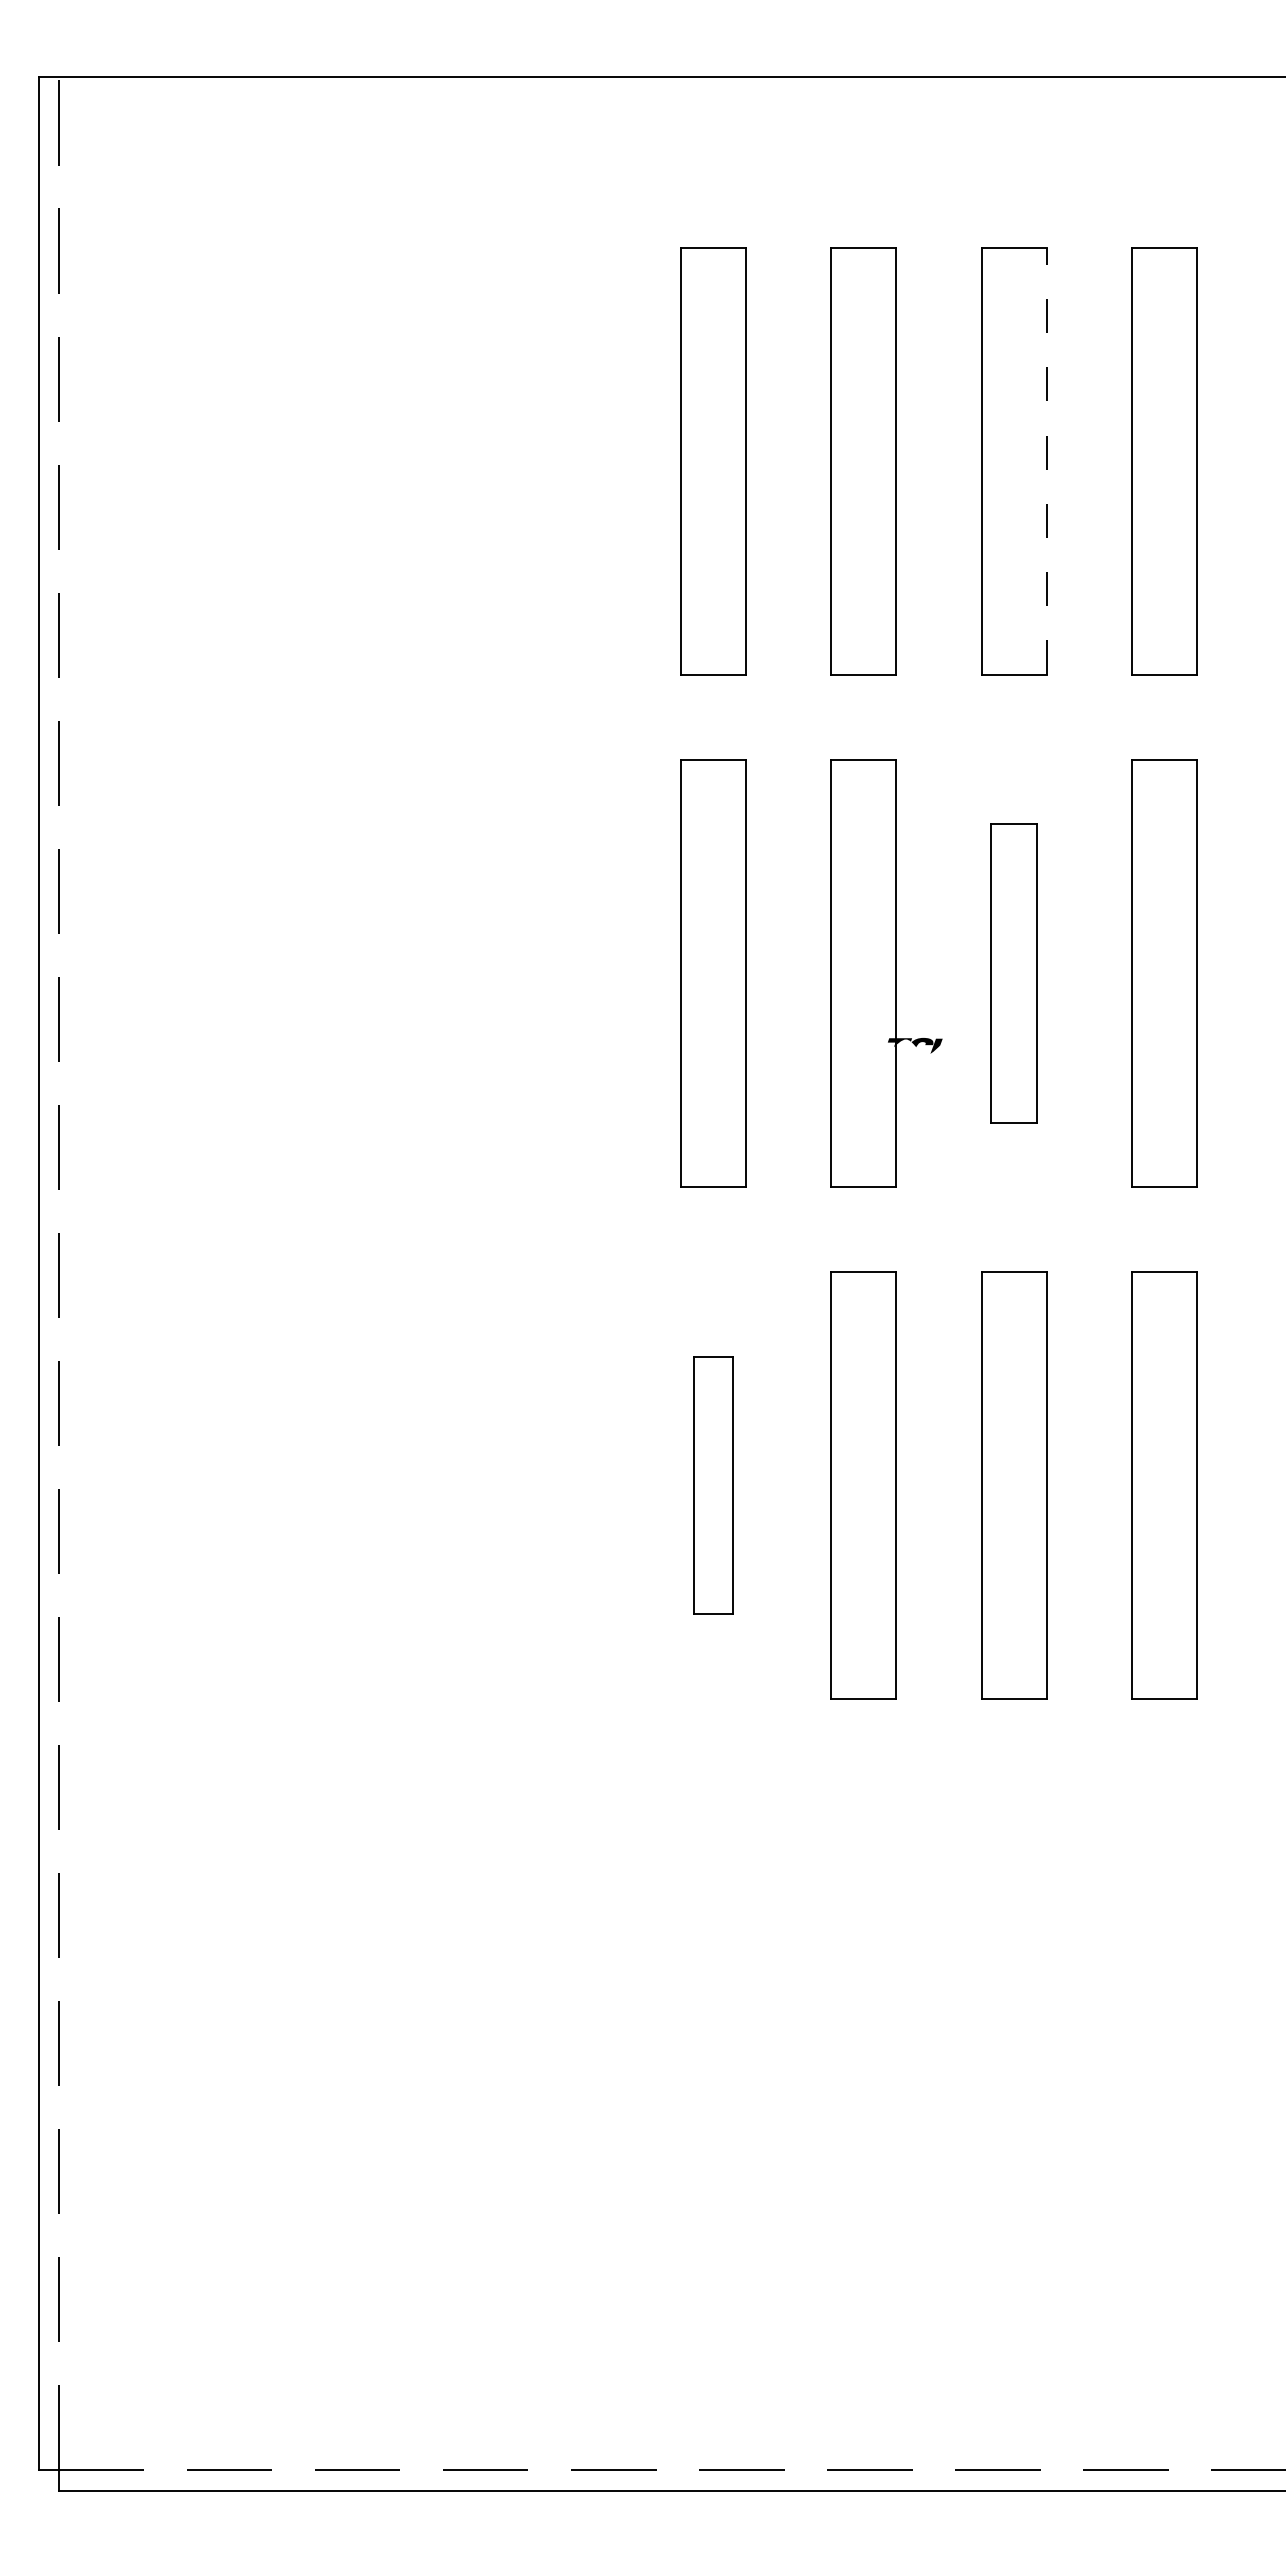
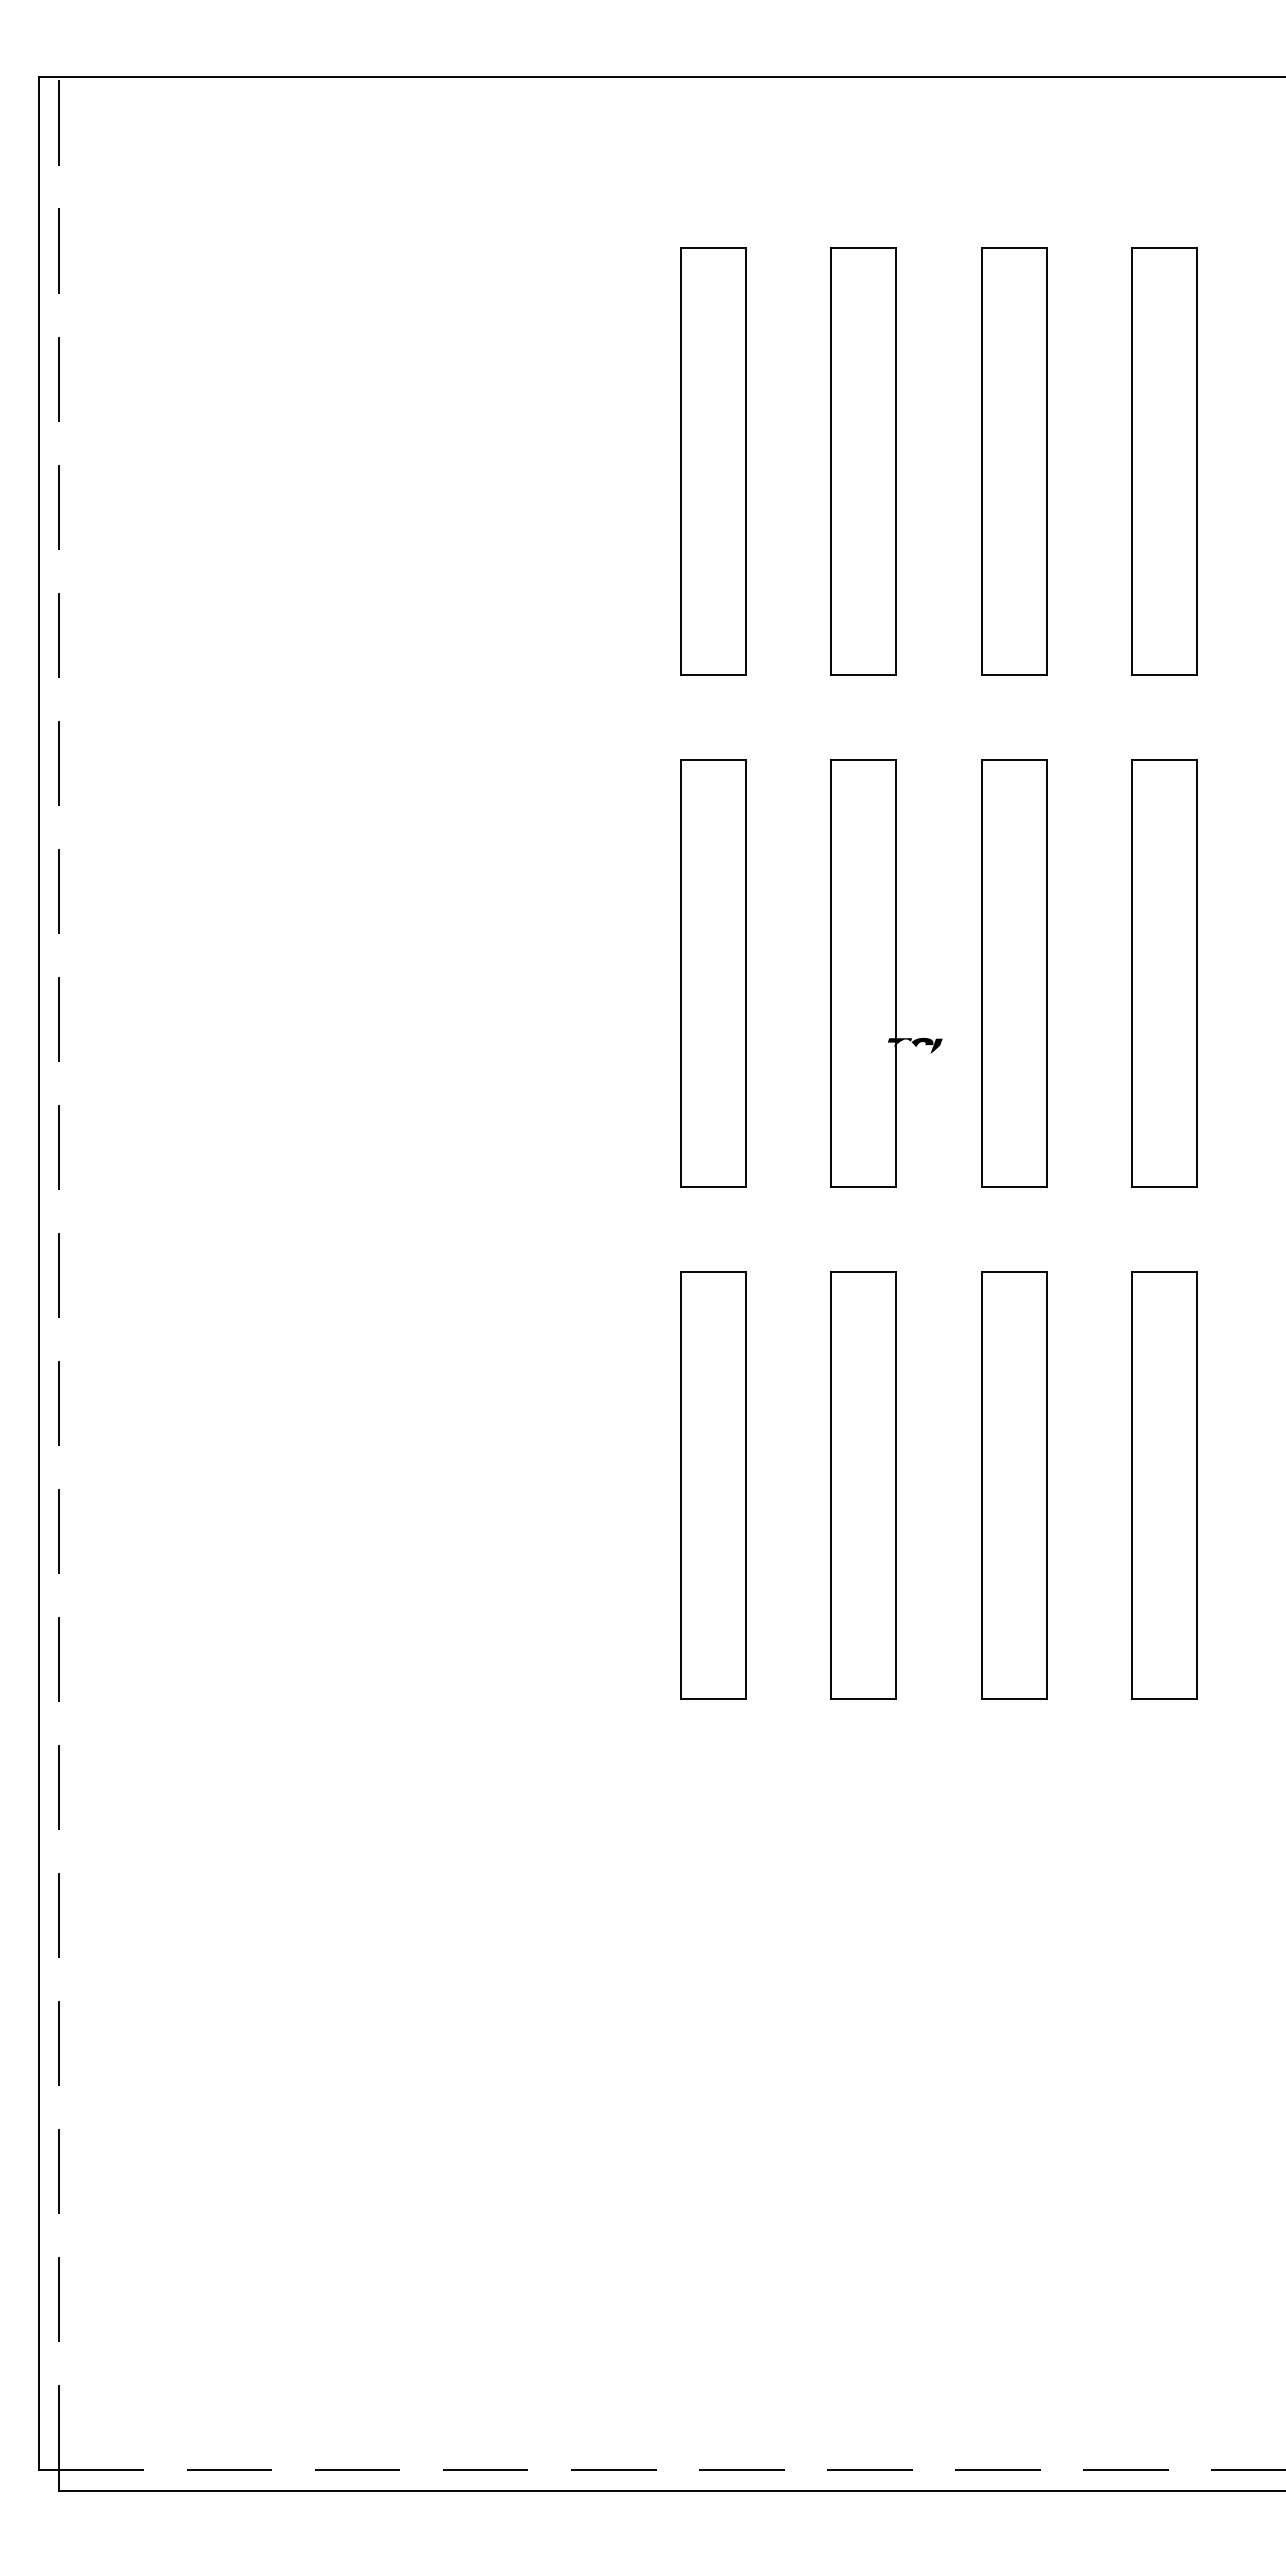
line at (1046, 460): dashed -> solid
part at (1013, 973) size: 48x301 px -> 67x429 px
part at (713, 1485) size: 41x259 px -> 67x429 px
